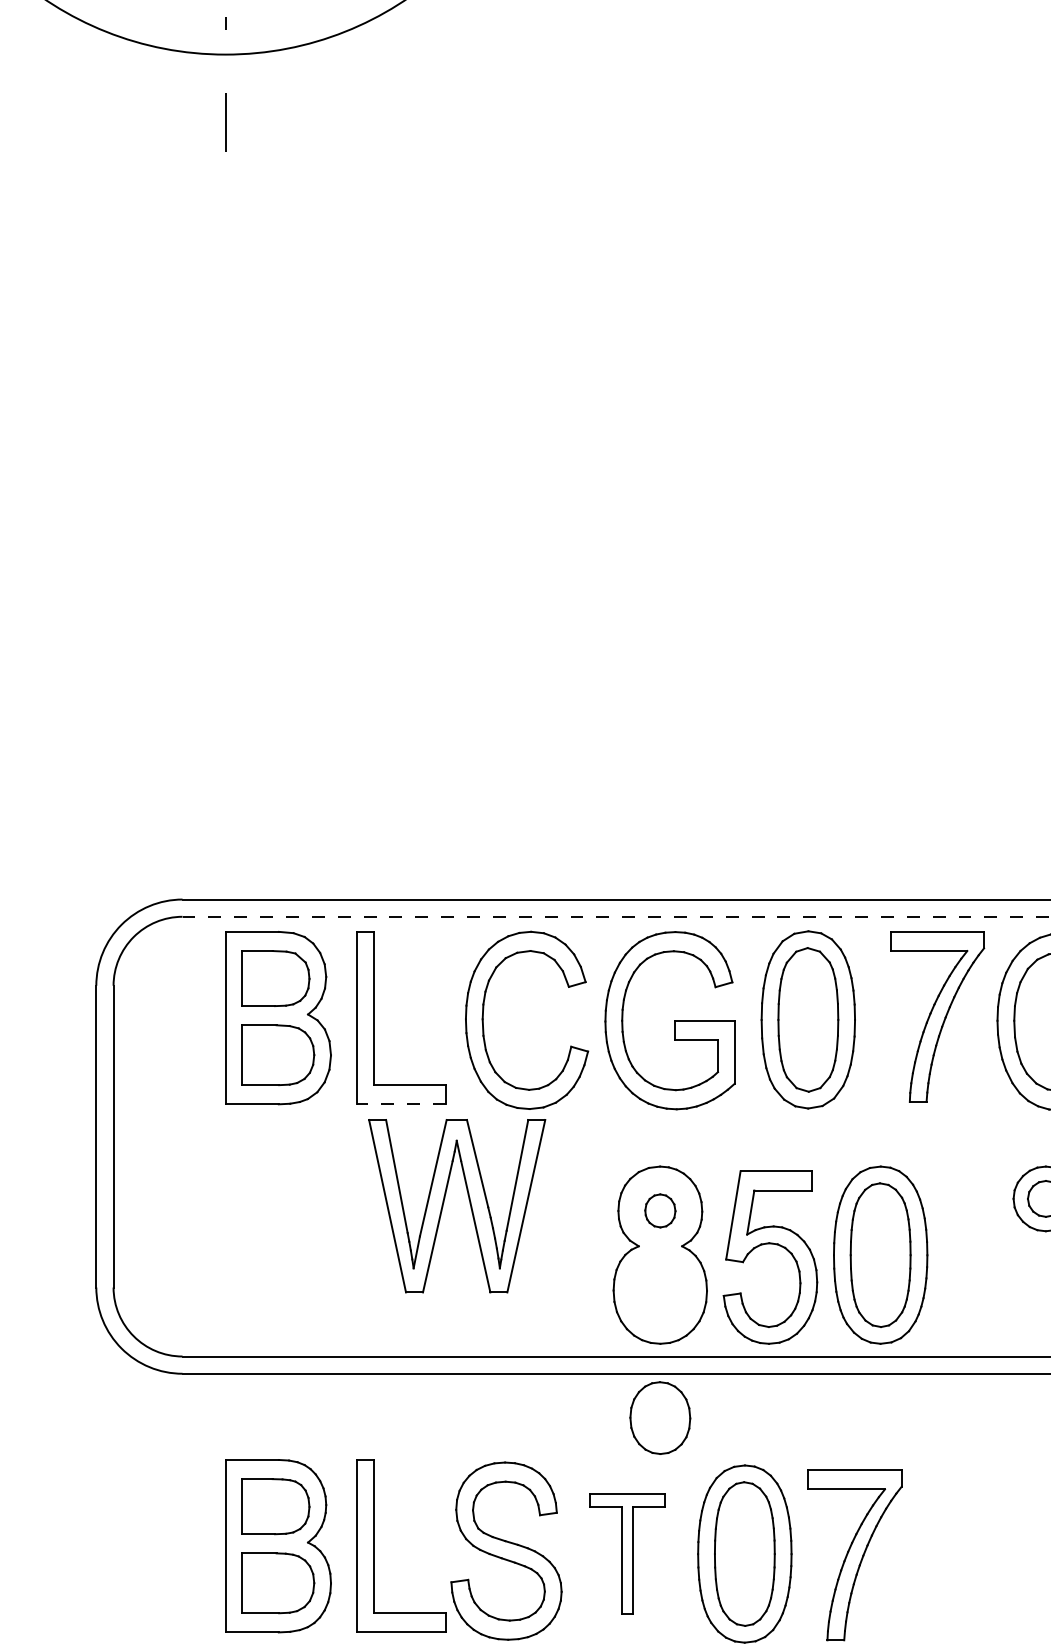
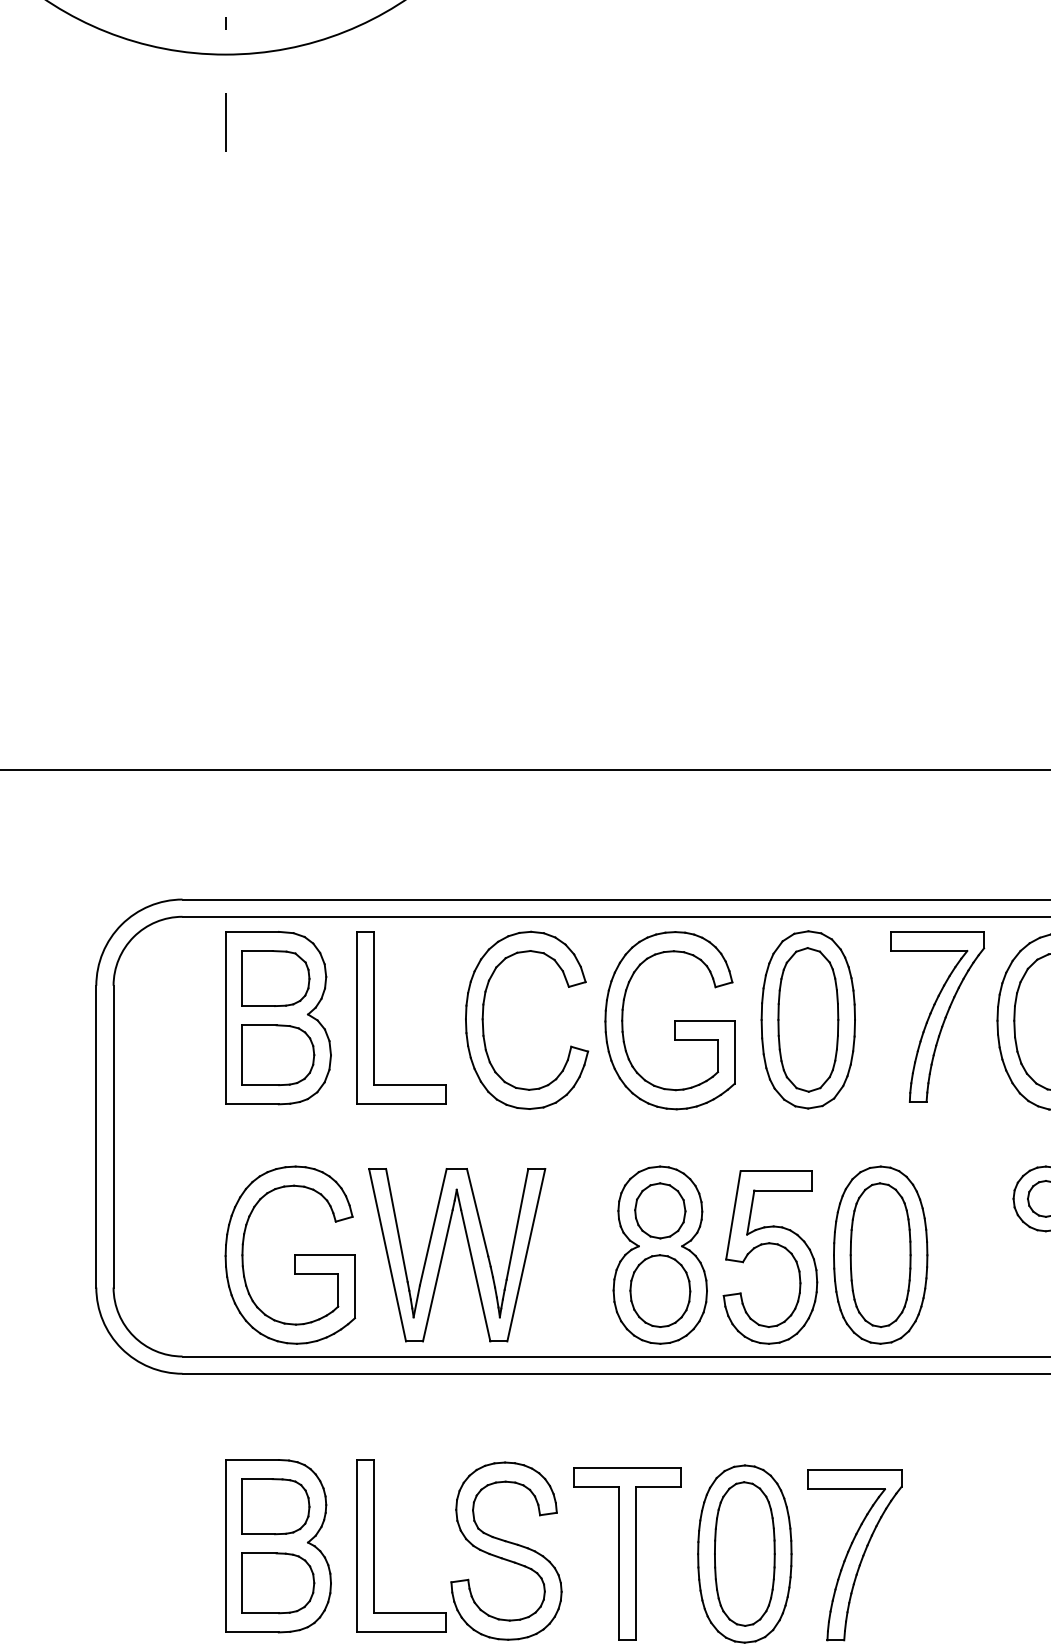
line at (524, 770): none -> present
line at (616, 916): dashed -> solid
line at (401, 1104): dashed -> solid
part at (469, 1204) position: (469, 1204) -> (469, 1253)
part at (660, 1210) size: 33x36 px -> 53x58 px
part at (290, 1254): none -> present
part at (660, 1417) position: (660, 1417) -> (660, 1290)
part at (627, 1553) size: 77x122 px -> 109x174 px
